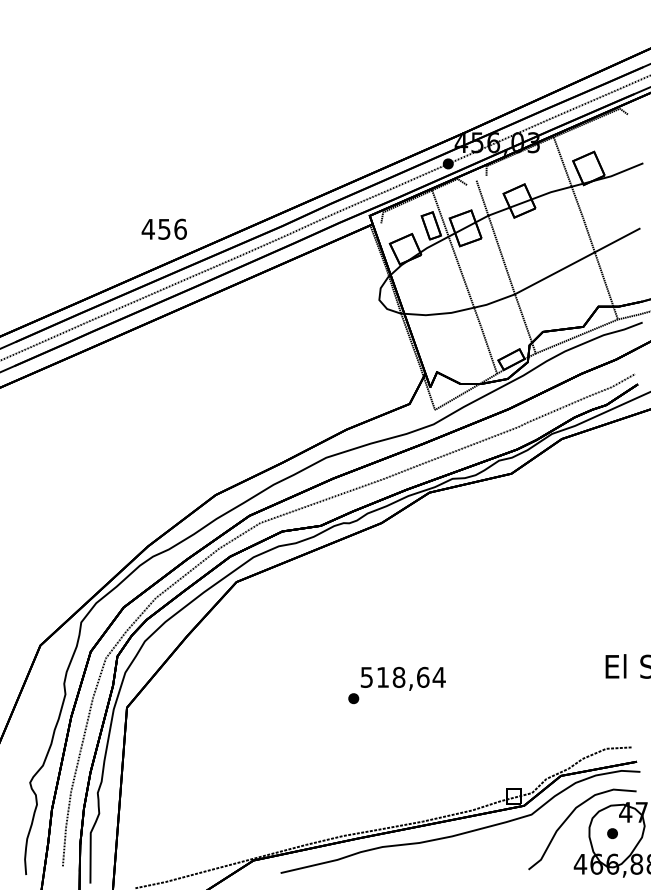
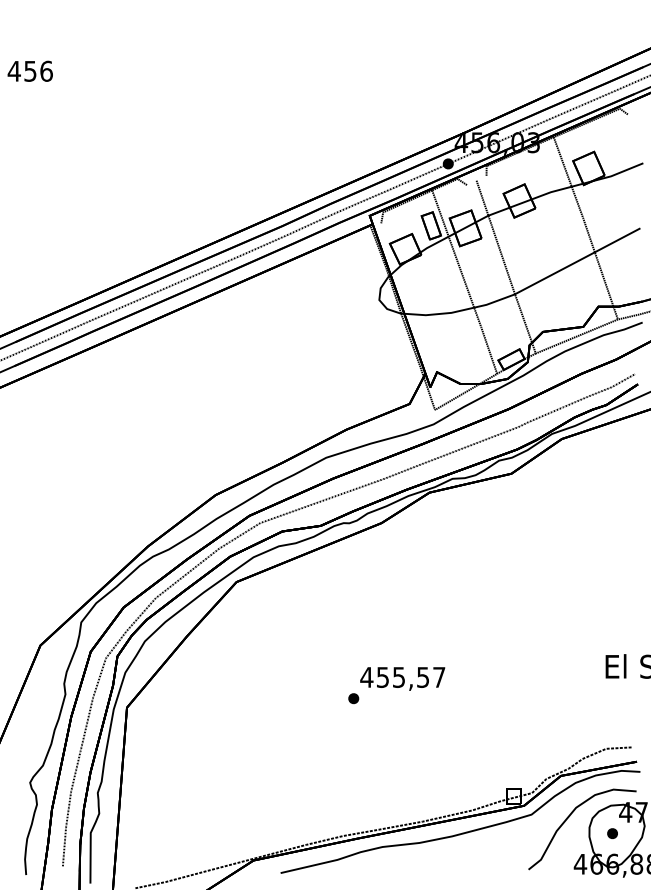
text at (163, 228) position: (163, 228) -> (29, 70)
text at (402, 676): 518,64 -> 455,57
